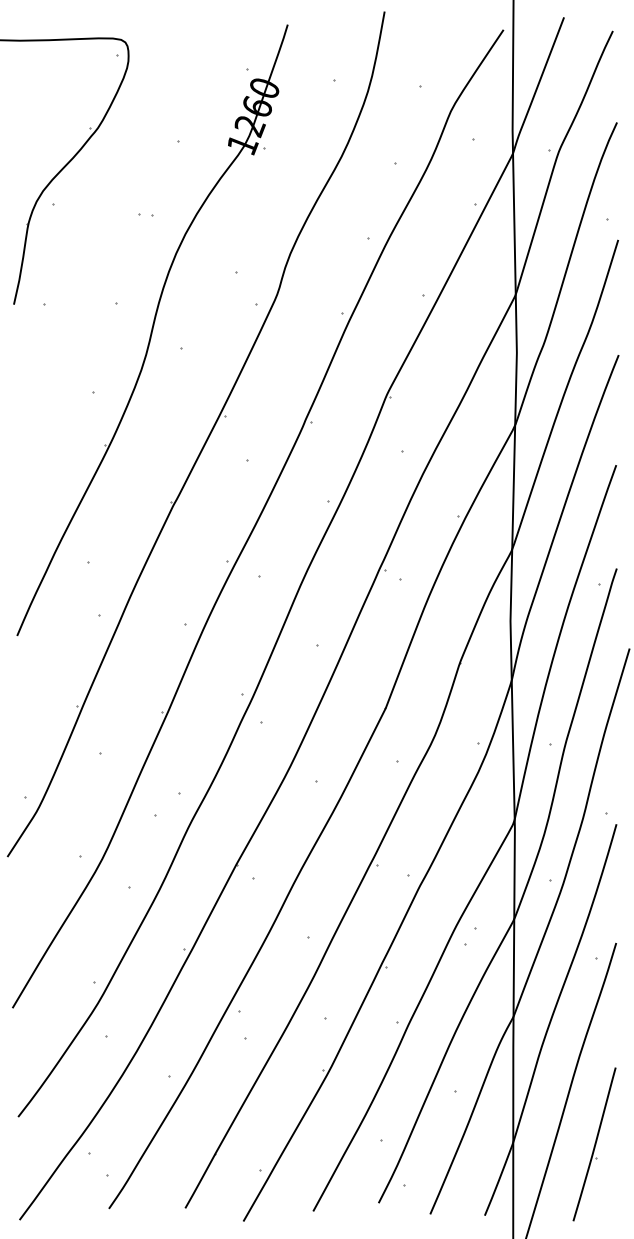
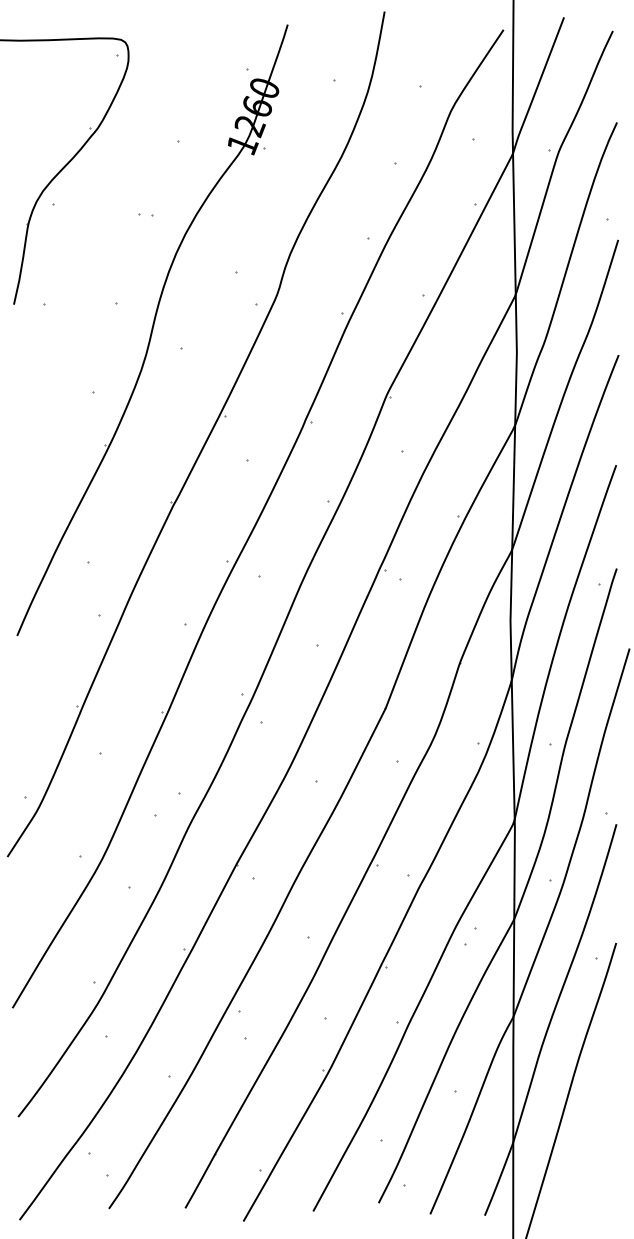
part at (594, 1144): present -> none
